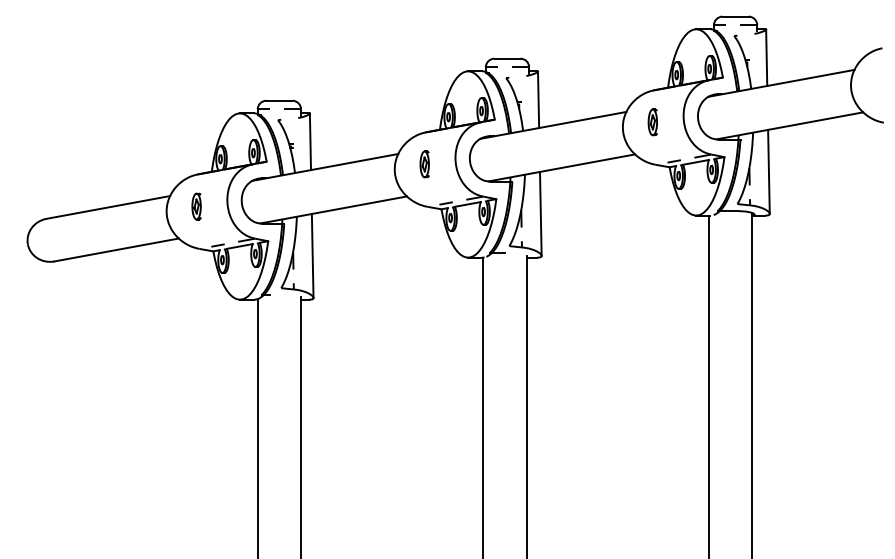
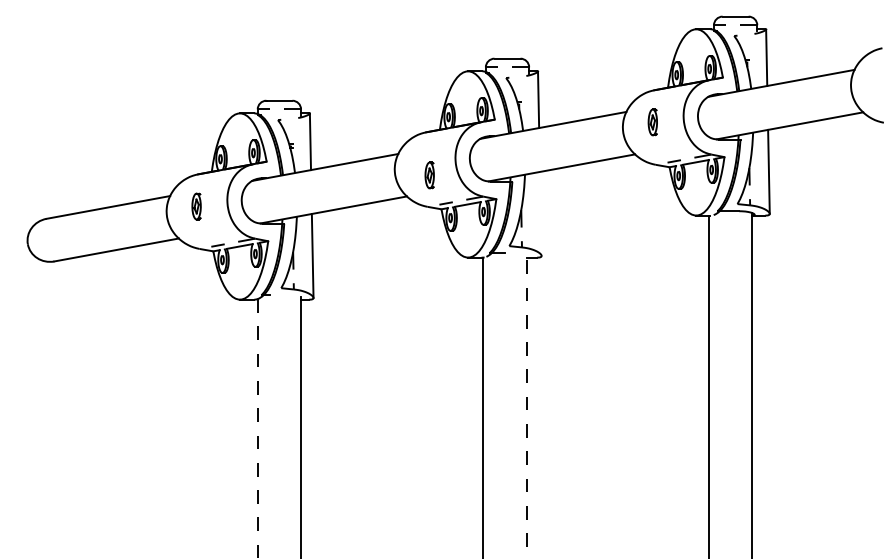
part at (424, 164) position: (424, 164) -> (429, 175)
line at (540, 213): present -> none
line at (526, 407): solid -> dashed
line at (257, 428): solid -> dashed
